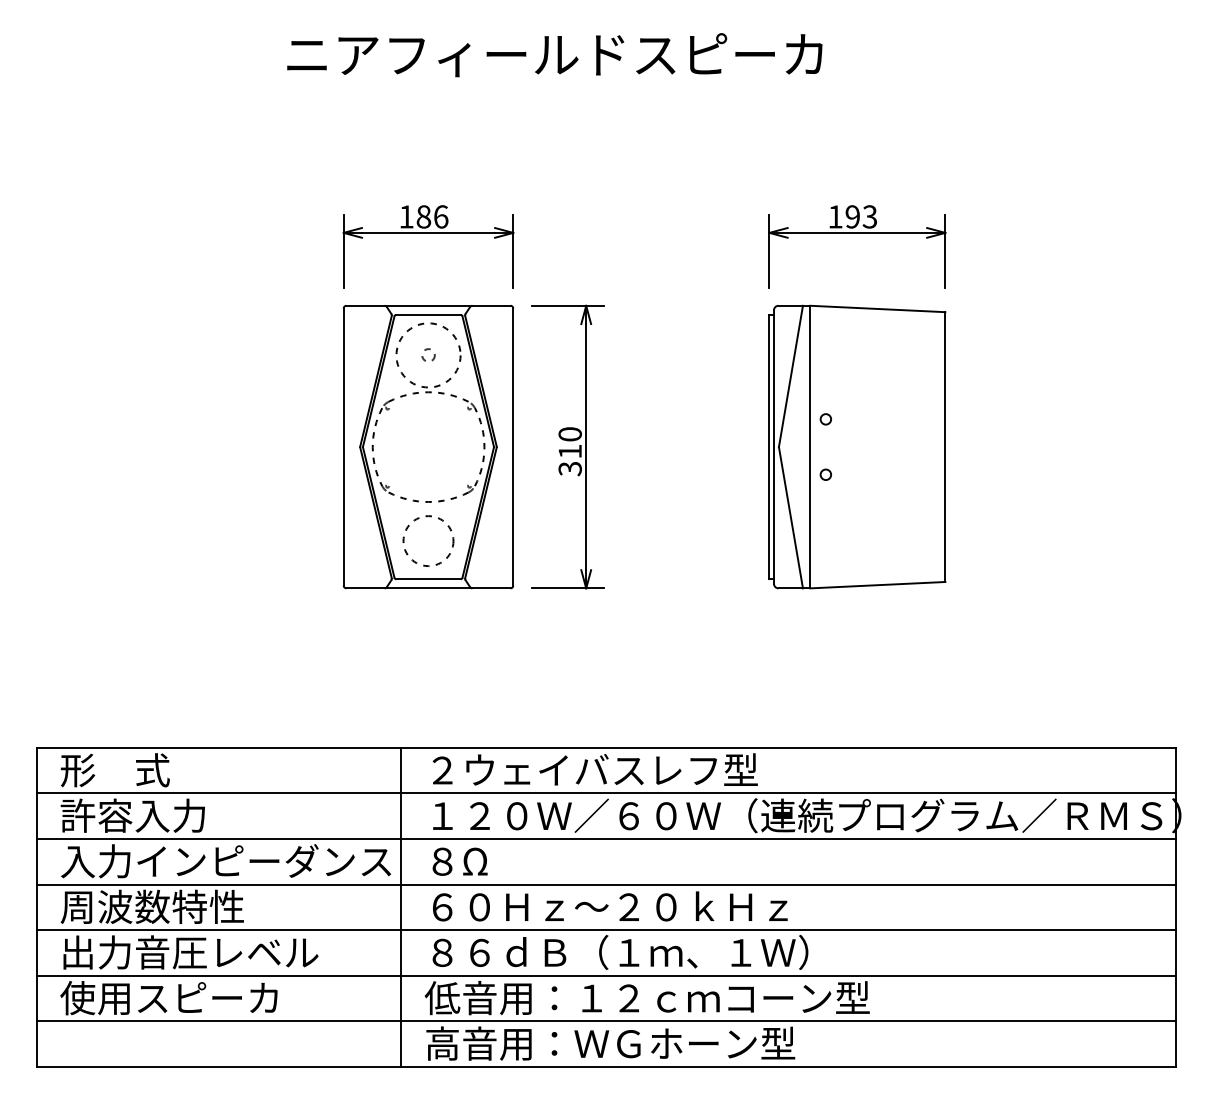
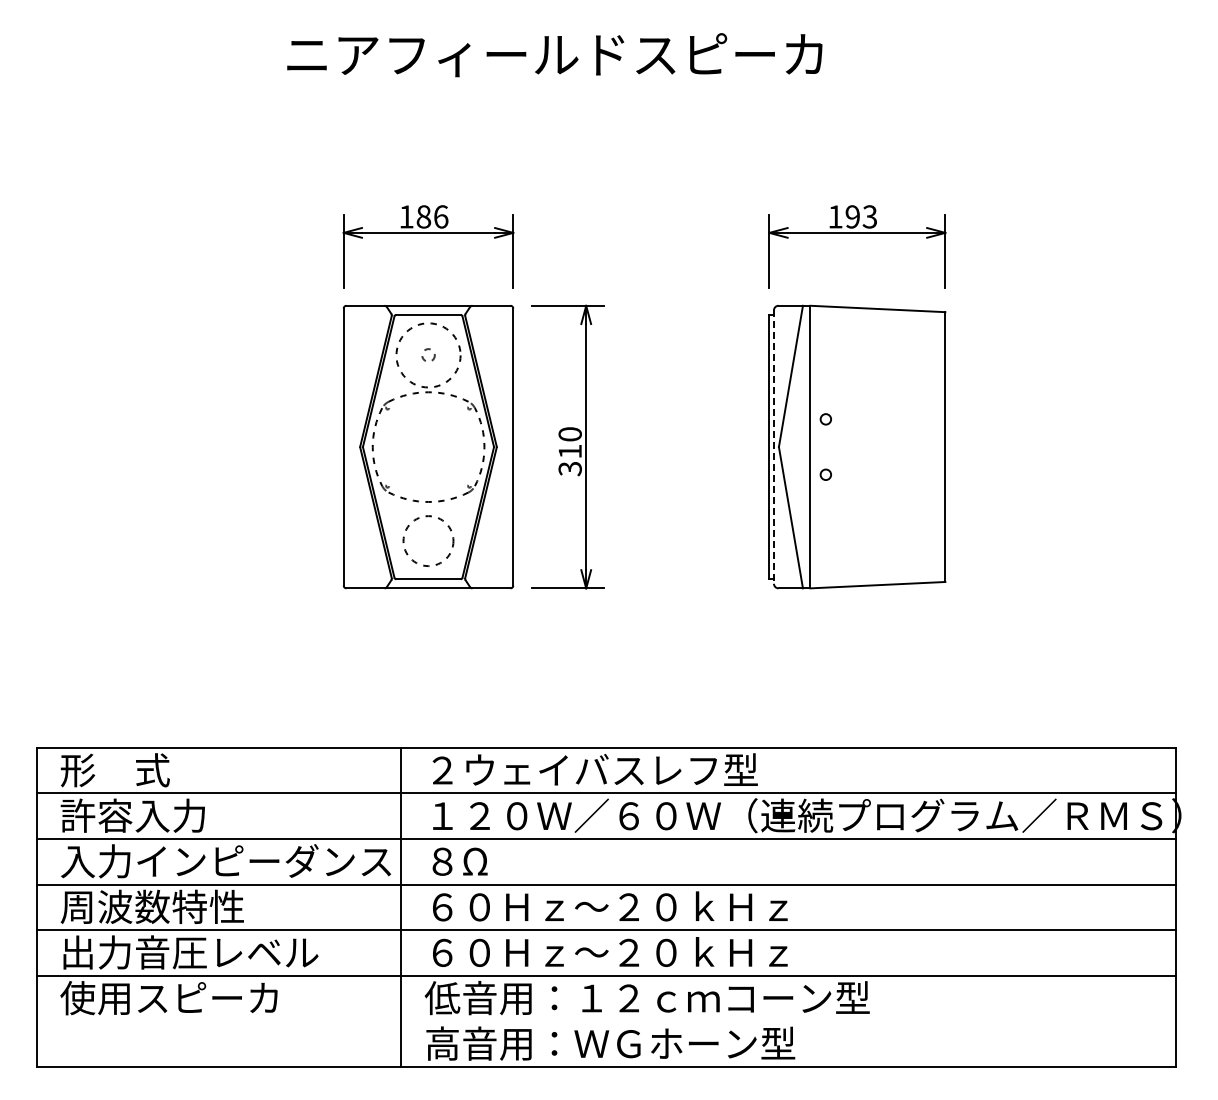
line at (773, 447): solid -> dashed
text at (620, 951): ８６ｄＢ（１ｍ、１Ｗ） -> ６０Ｈｚ～２０ｋＨｚ
line at (605, 1021): present -> none
